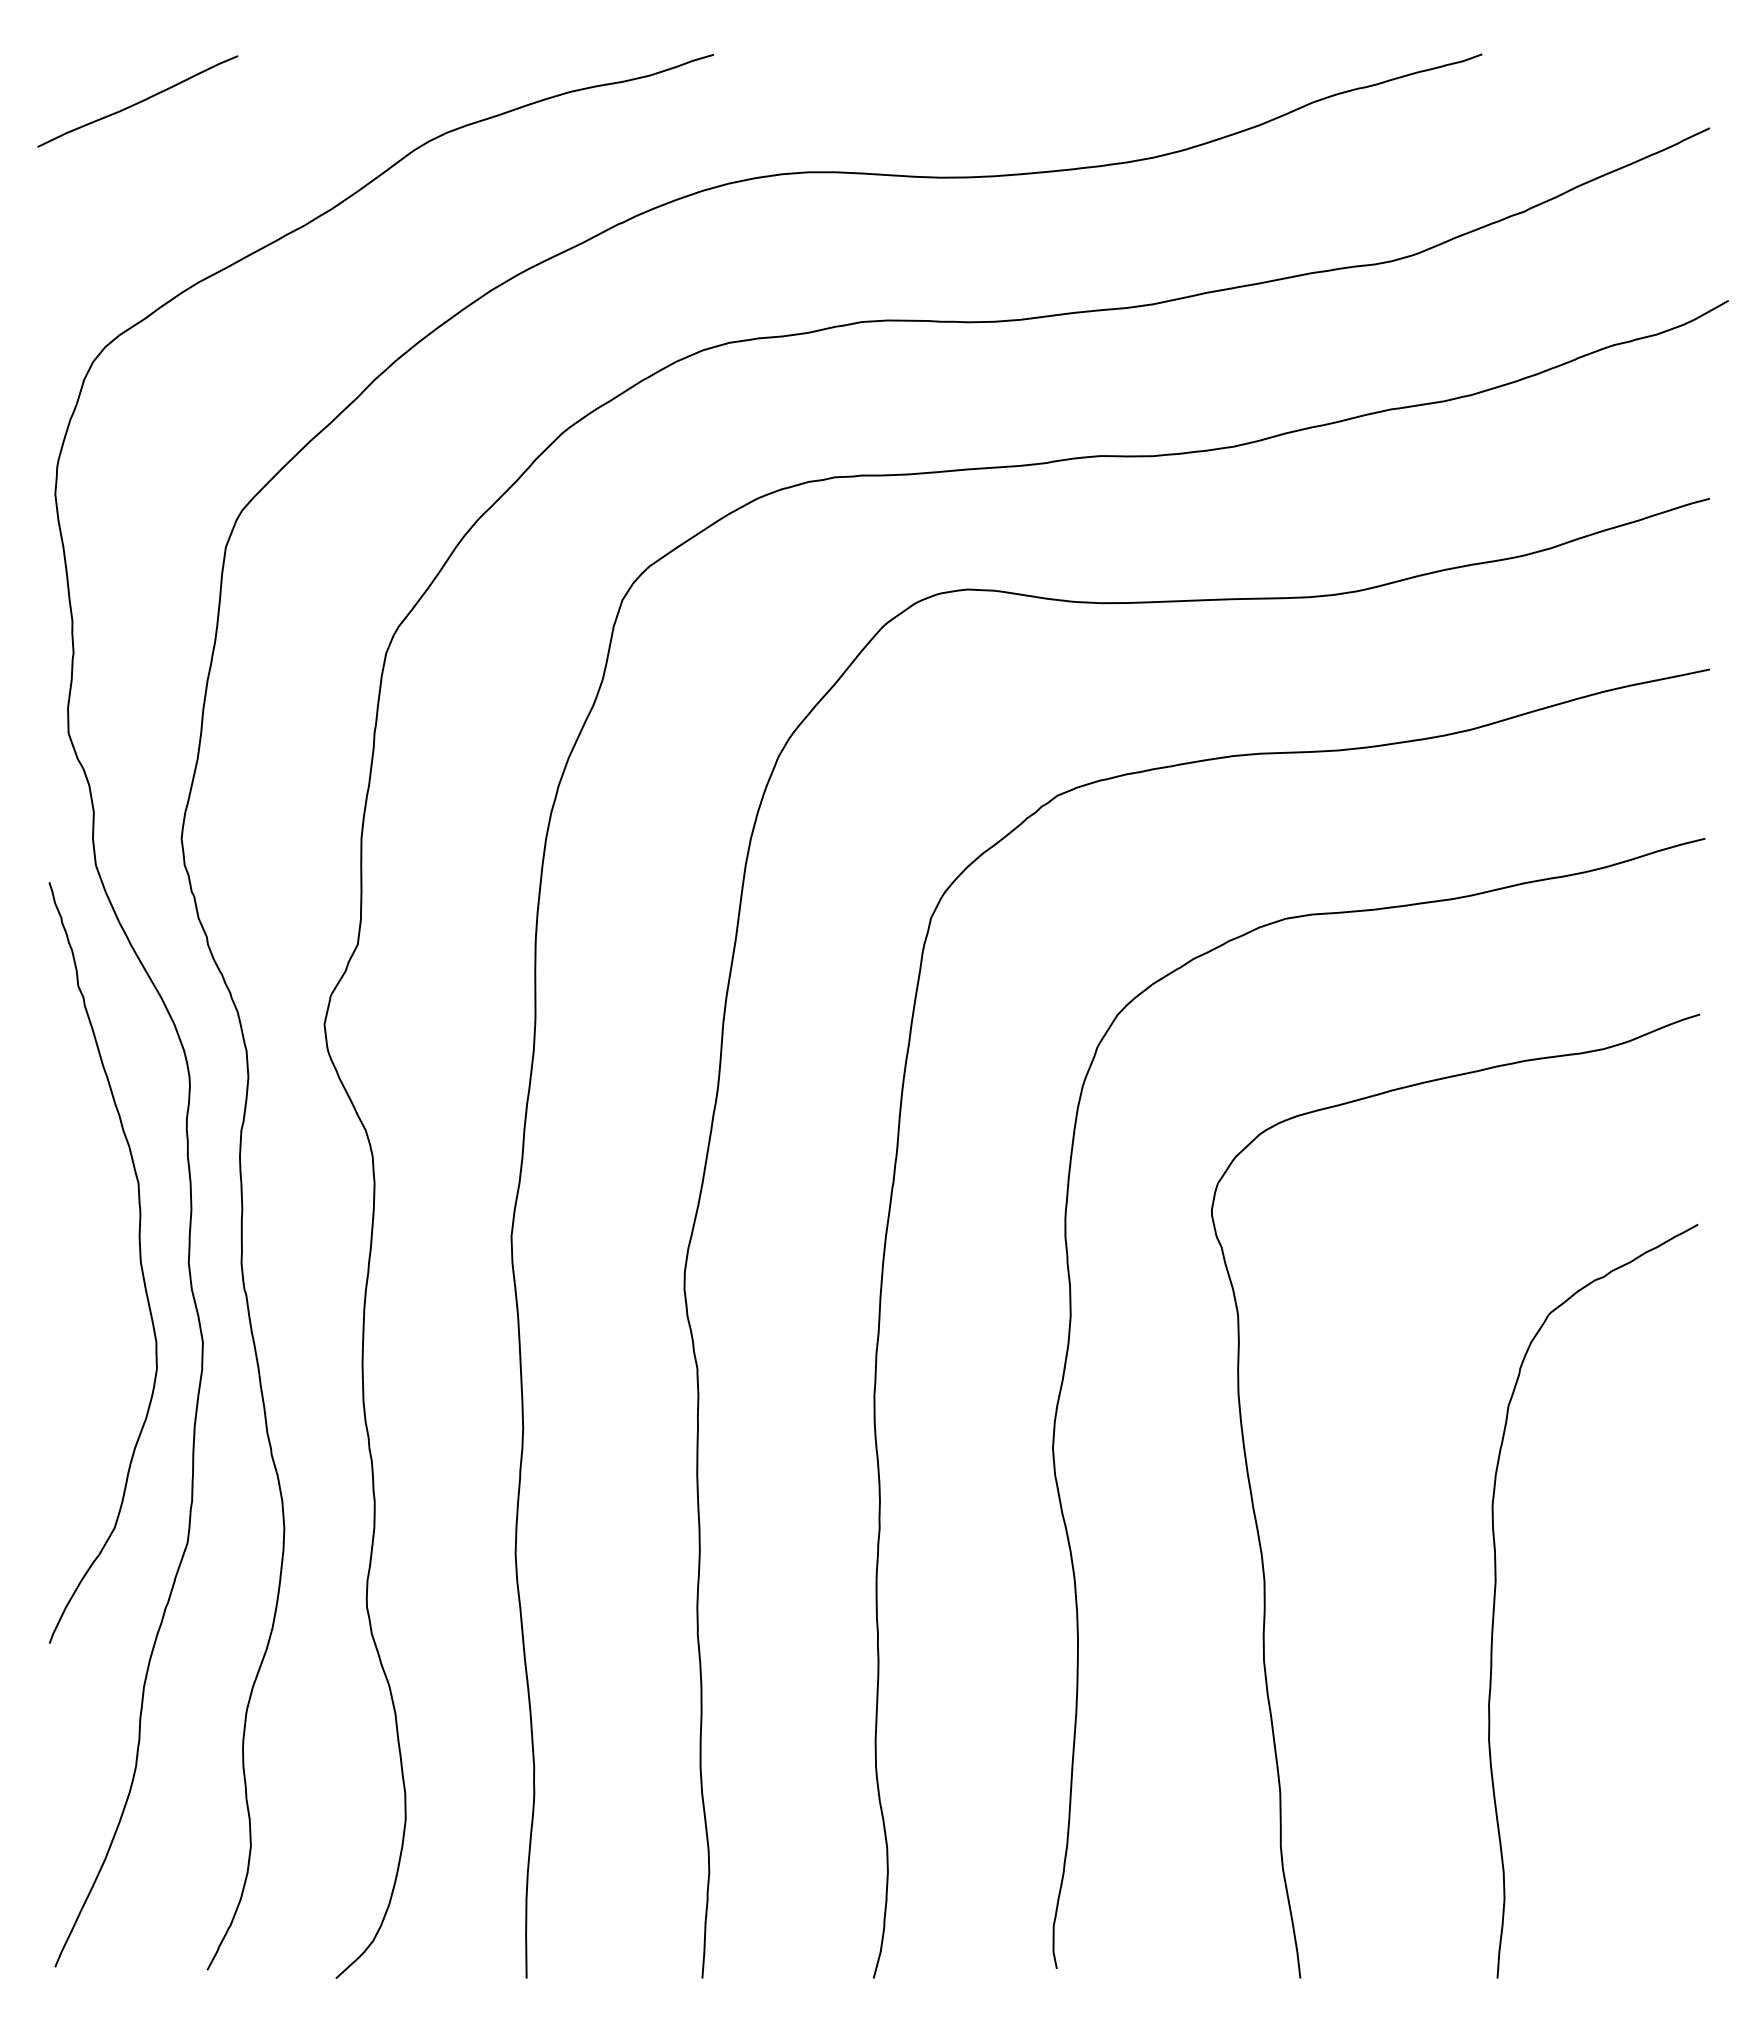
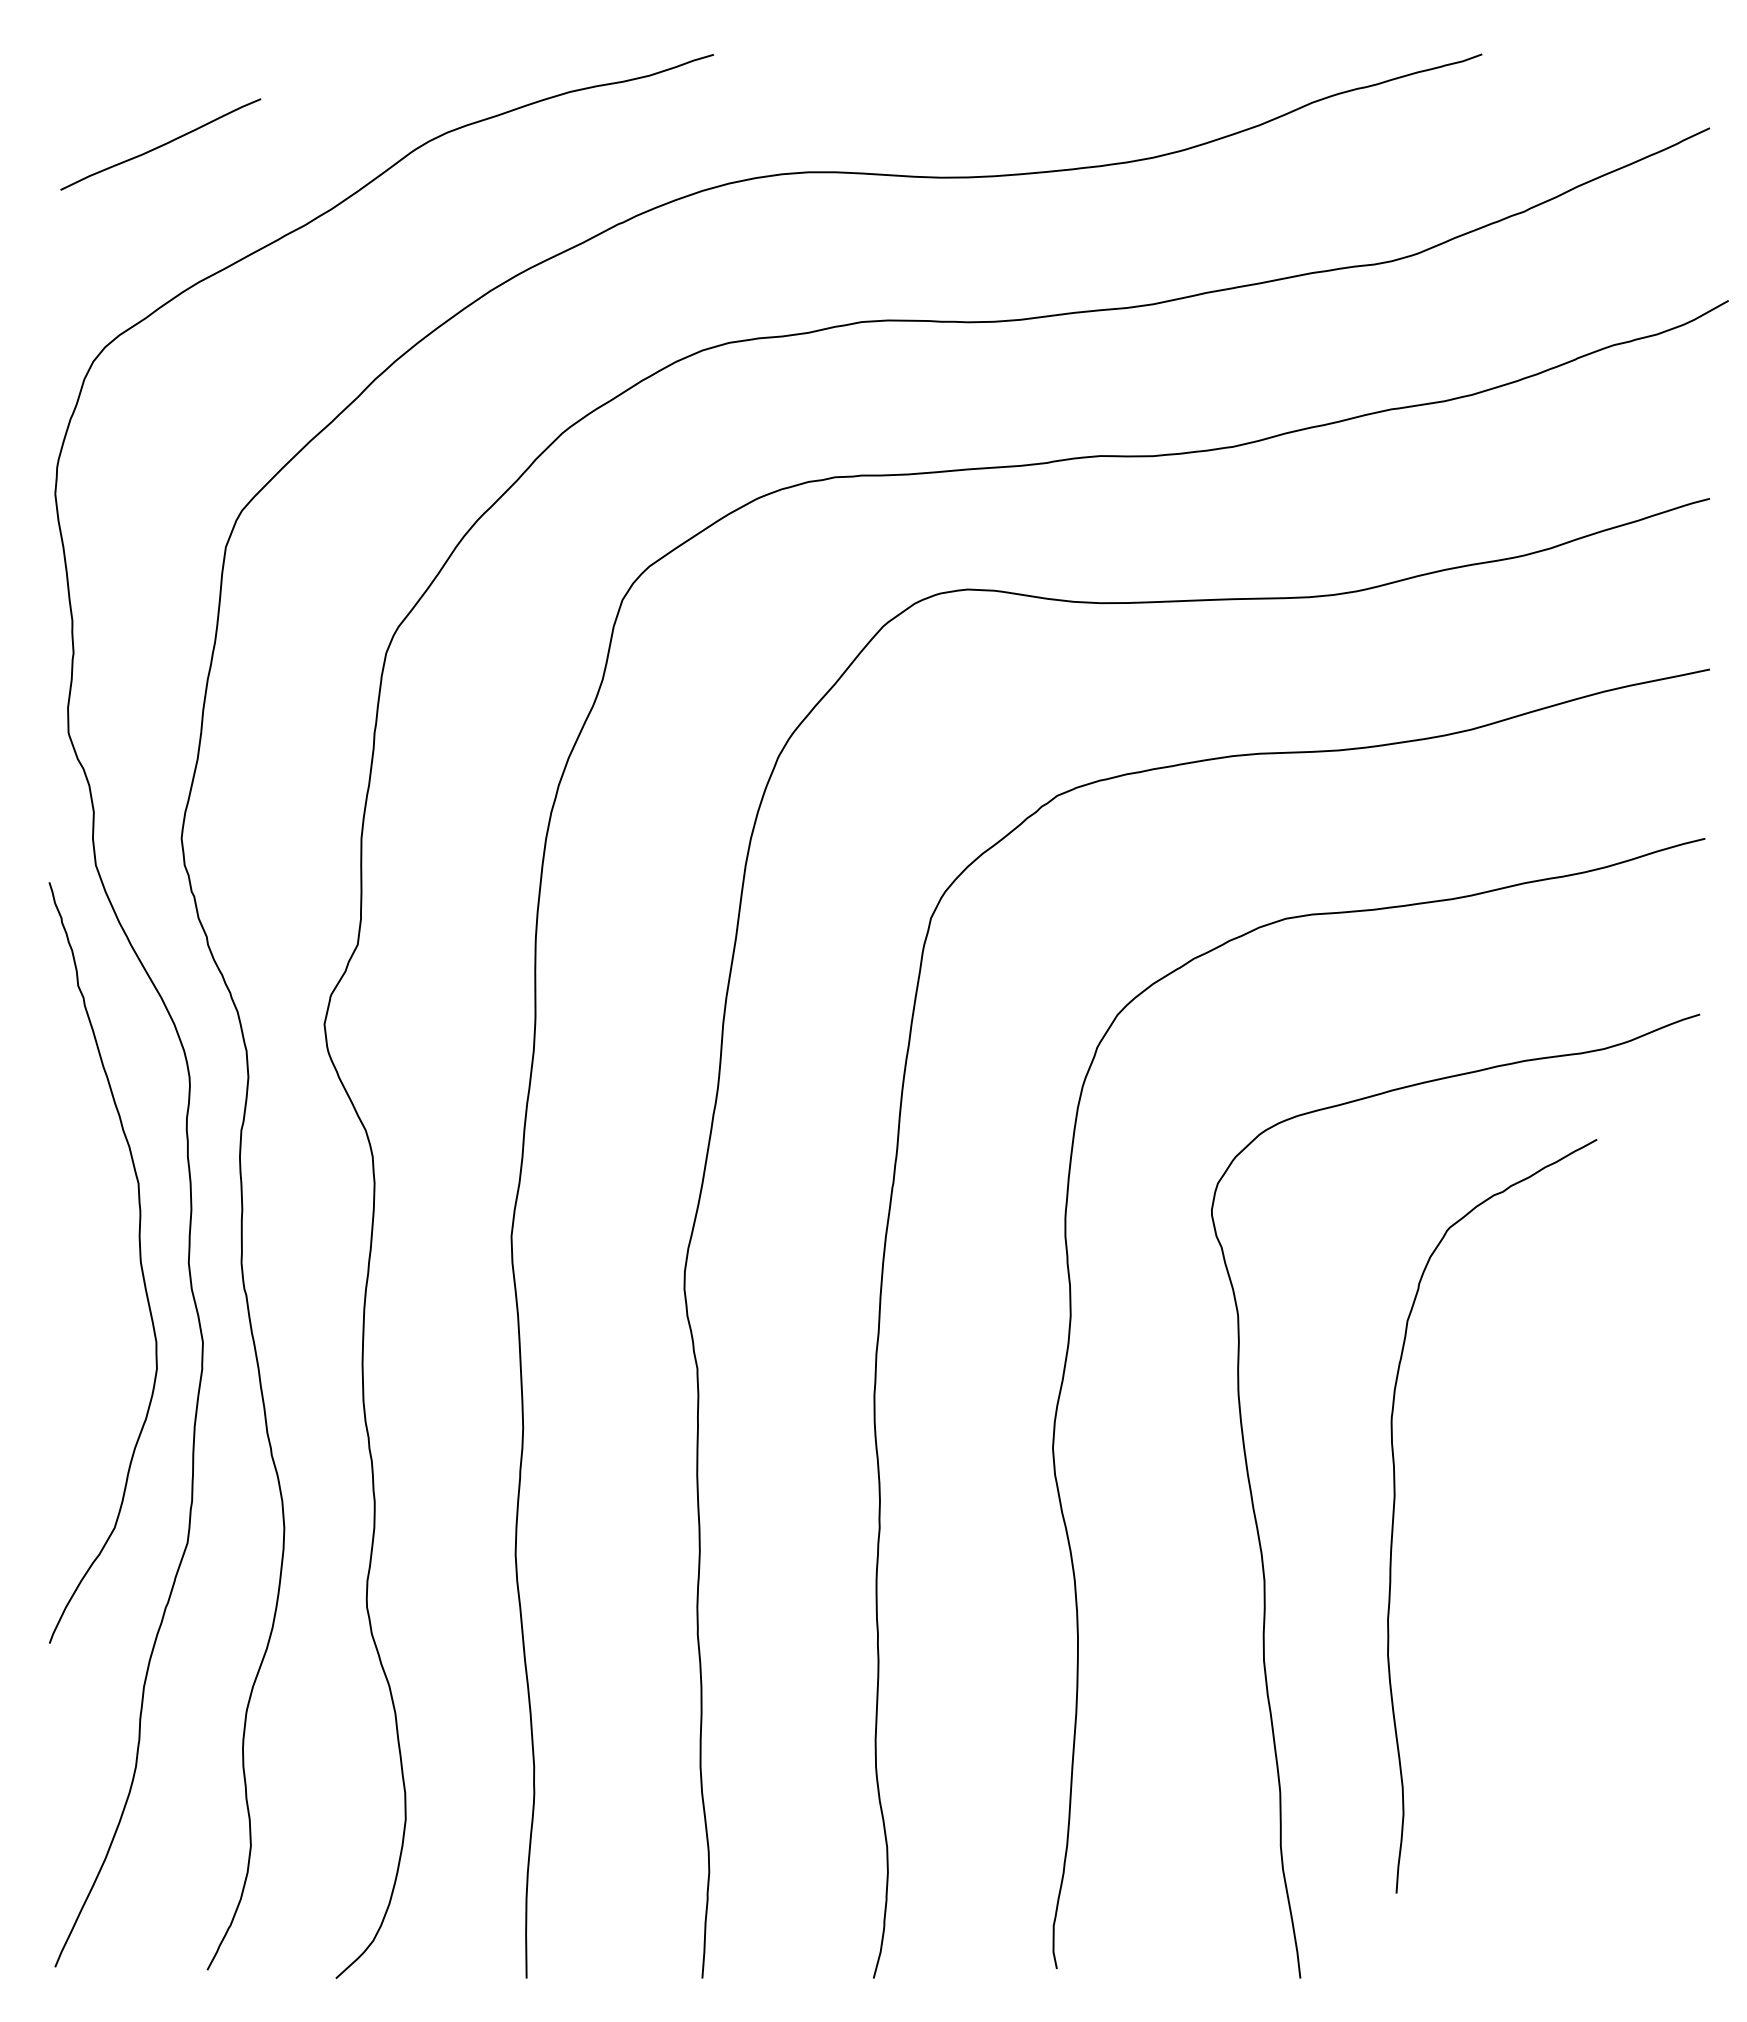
curve at (138, 101) position: (138, 101) -> (161, 144)
curve at (1496, 1588) position: (1496, 1588) -> (1395, 1503)
